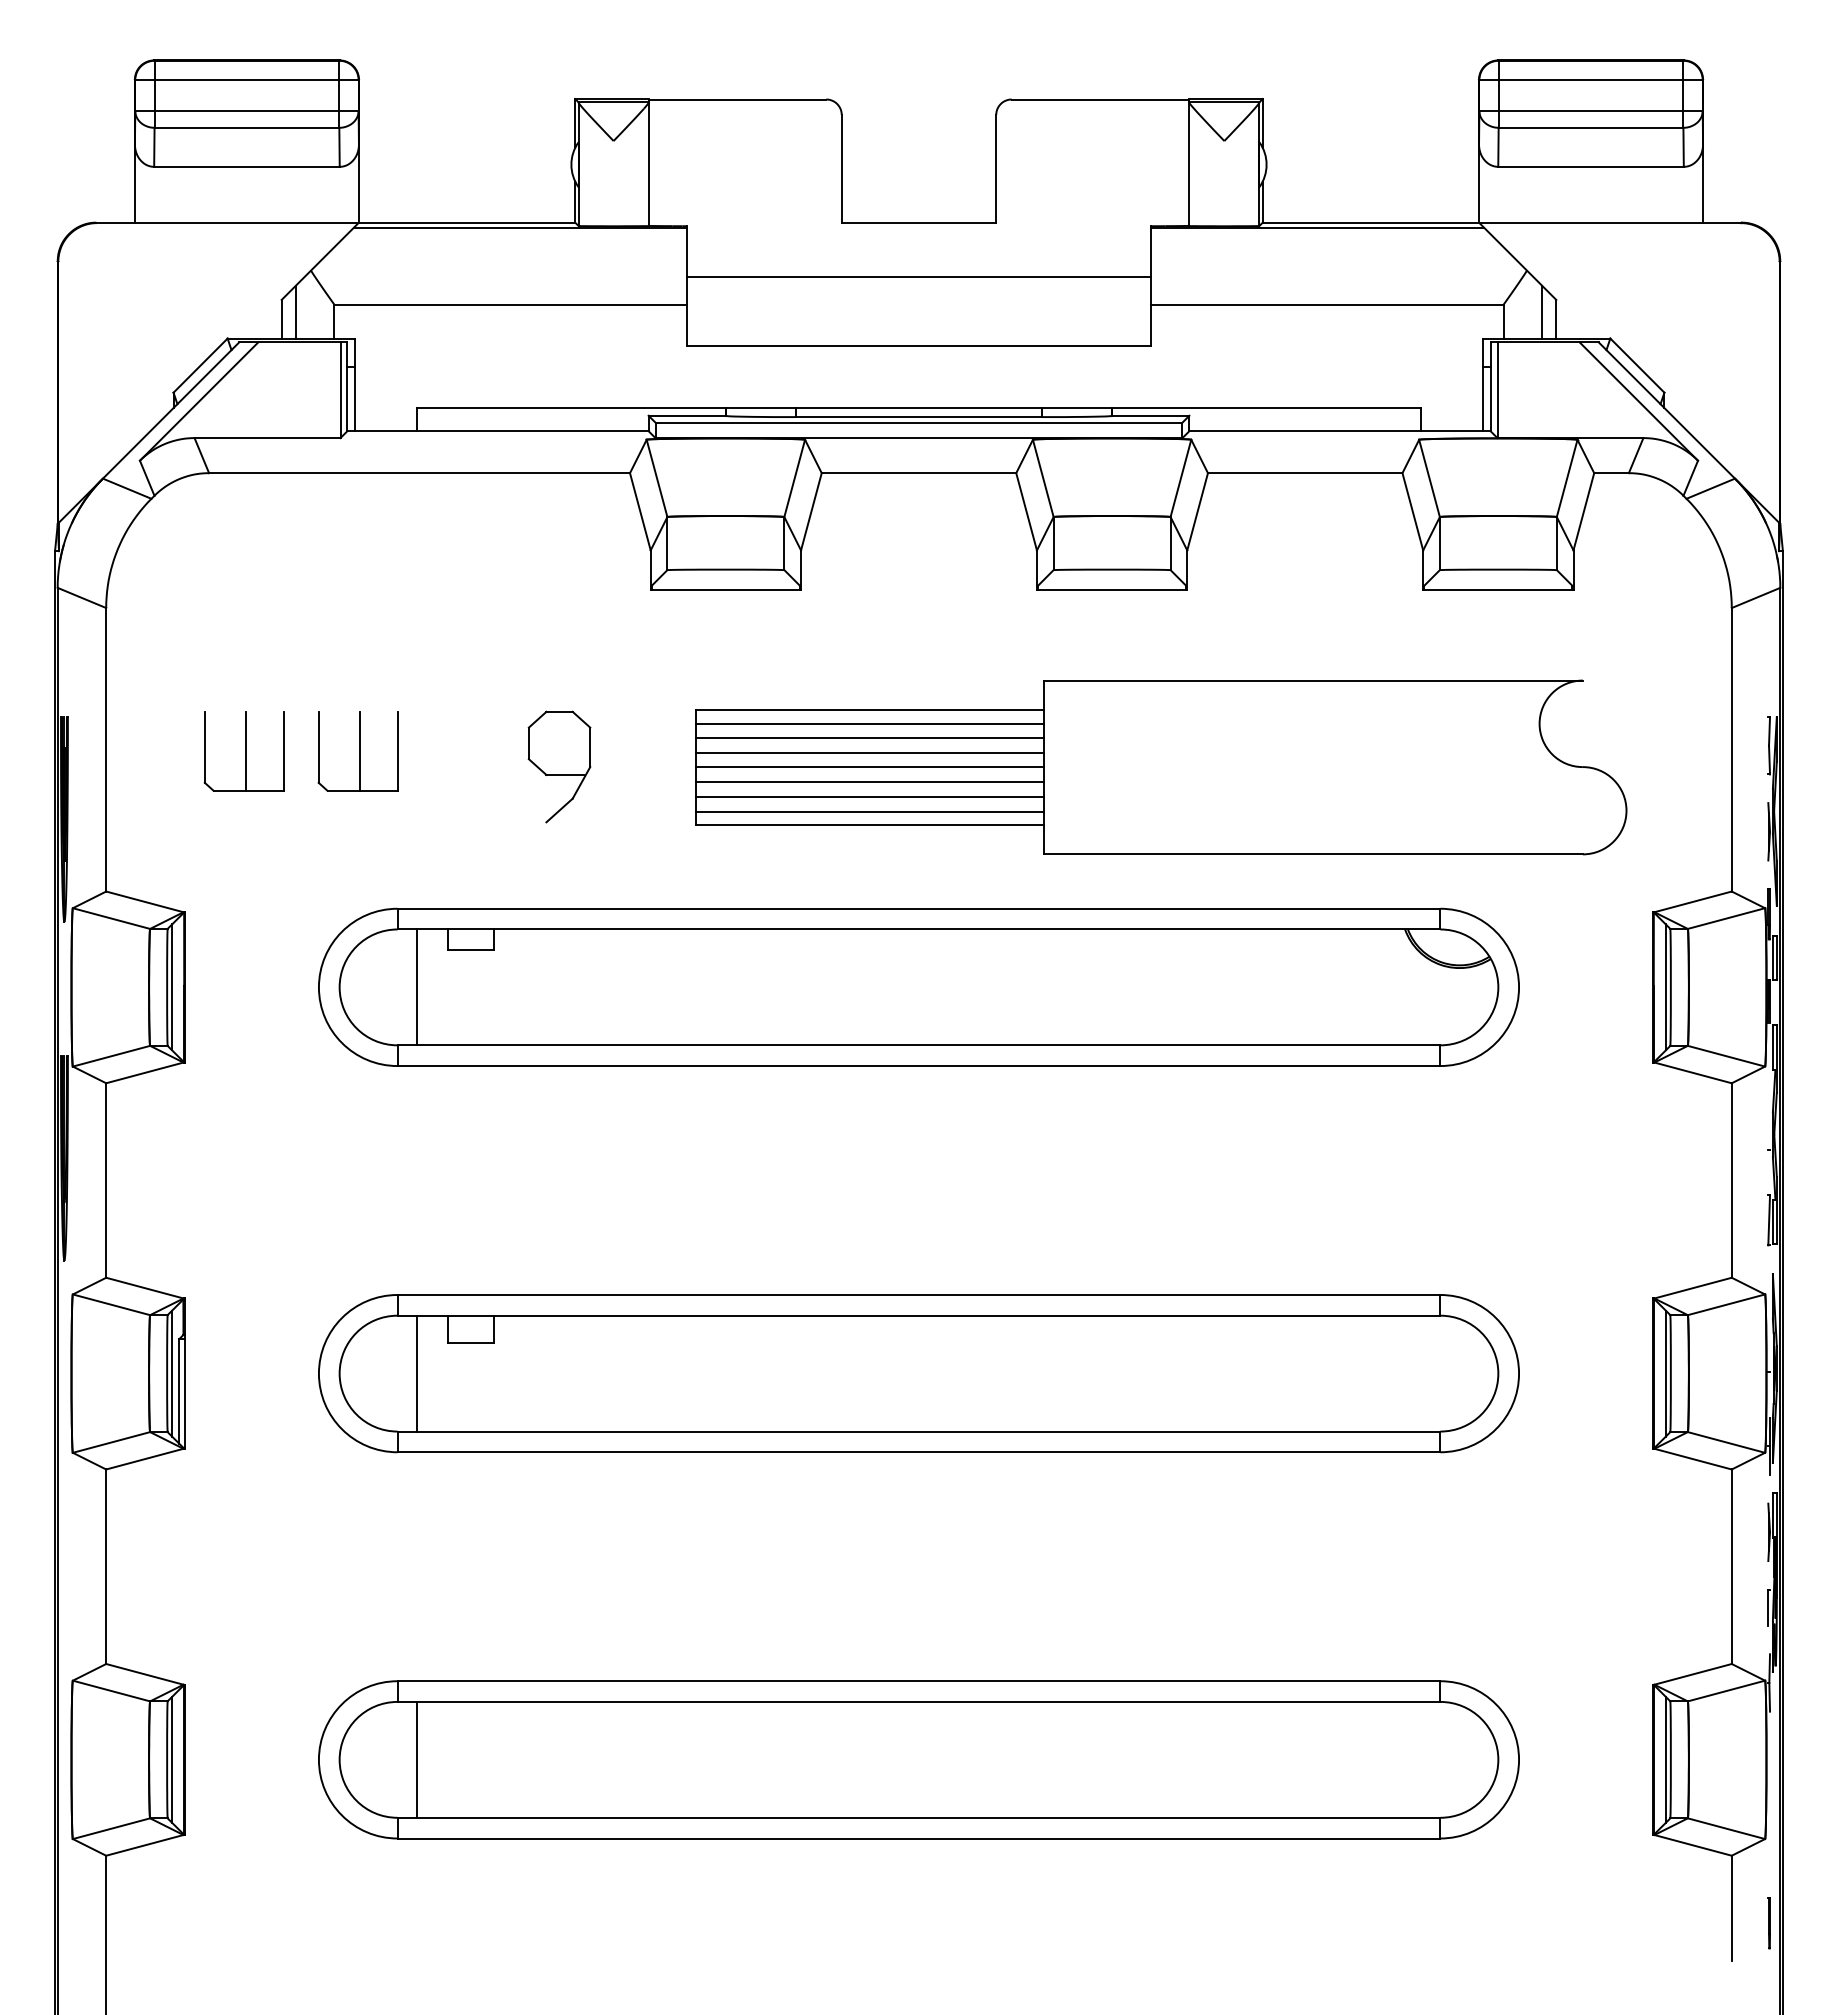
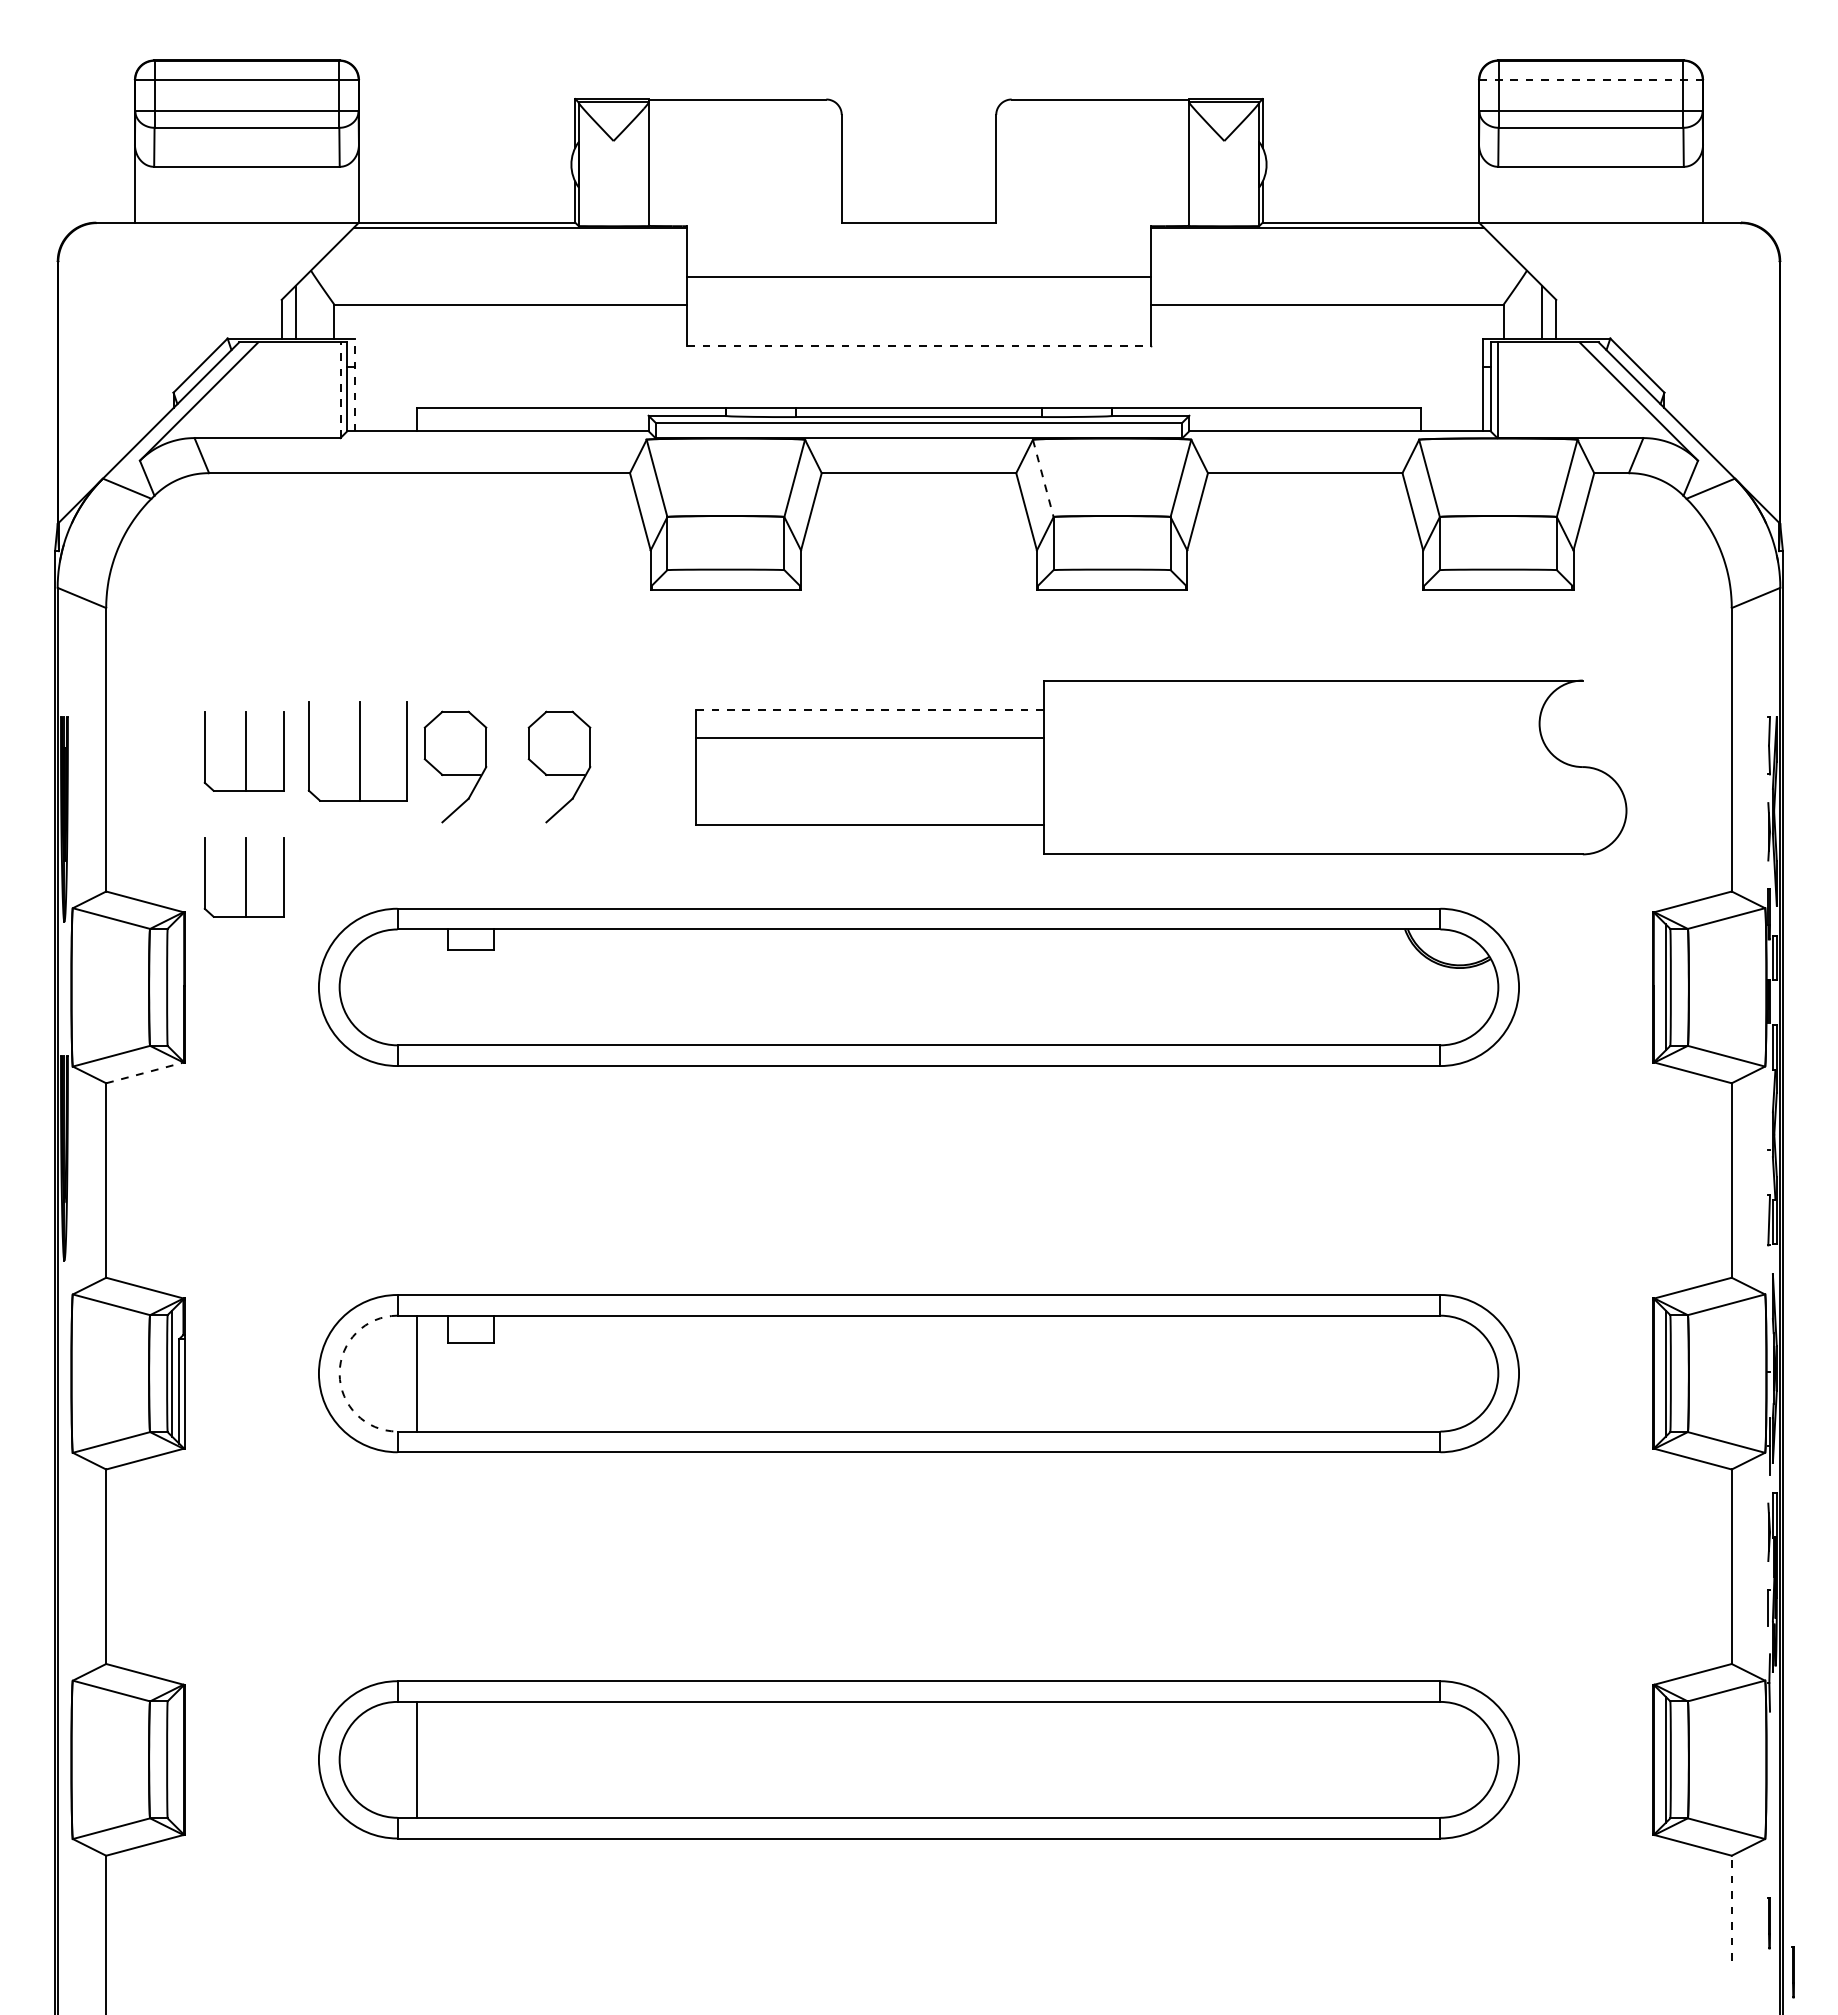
line at (1591, 80): solid -> dashed
line at (919, 346): solid -> dashed
line at (355, 384): solid -> dashed
line at (340, 390): solid -> dashed
line at (1043, 478): solid -> dashed
line at (869, 709): solid -> dashed
line at (869, 724): present -> none
part at (357, 751) size: 82x81 px -> 101x101 px
line at (869, 752): present -> none
part at (455, 766): none -> present
line at (869, 767): present -> none
line at (869, 782): present -> none
line at (869, 796): present -> none
line at (869, 811): present -> none
part at (243, 877): none -> present
line at (172, 987): present -> none
line at (416, 987): present -> none
line at (145, 1072): solid -> dashed
arc at (339, 1373): solid -> dashed
line at (172, 1759): present -> none
line at (1731, 1907): solid -> dashed
line at (1792, 1972): none -> present
